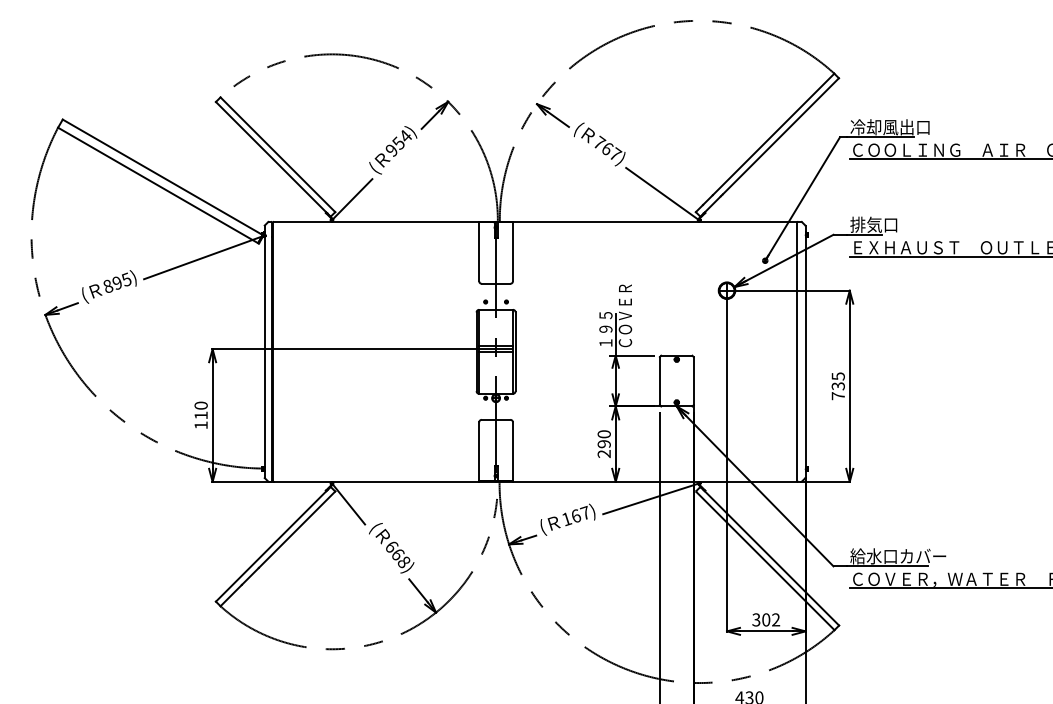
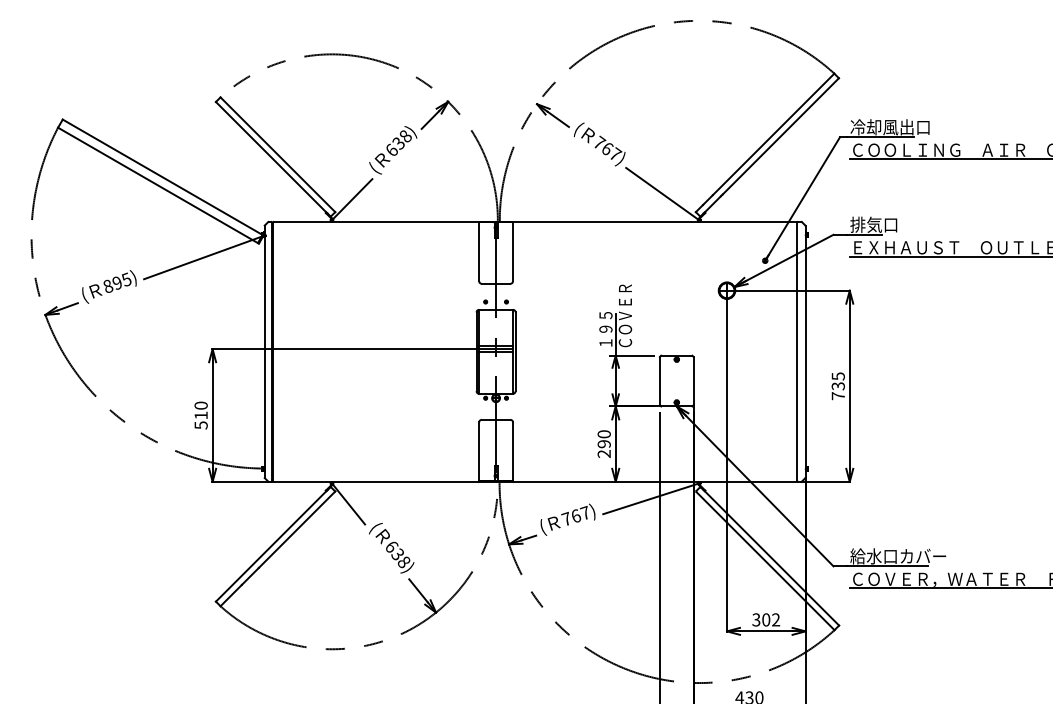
text at (398, 143): 954) -> 638)
text at (200, 425): 110 -> 510
text at (566, 518): 167) -> 767)
text at (397, 554): 668) -> 638)
